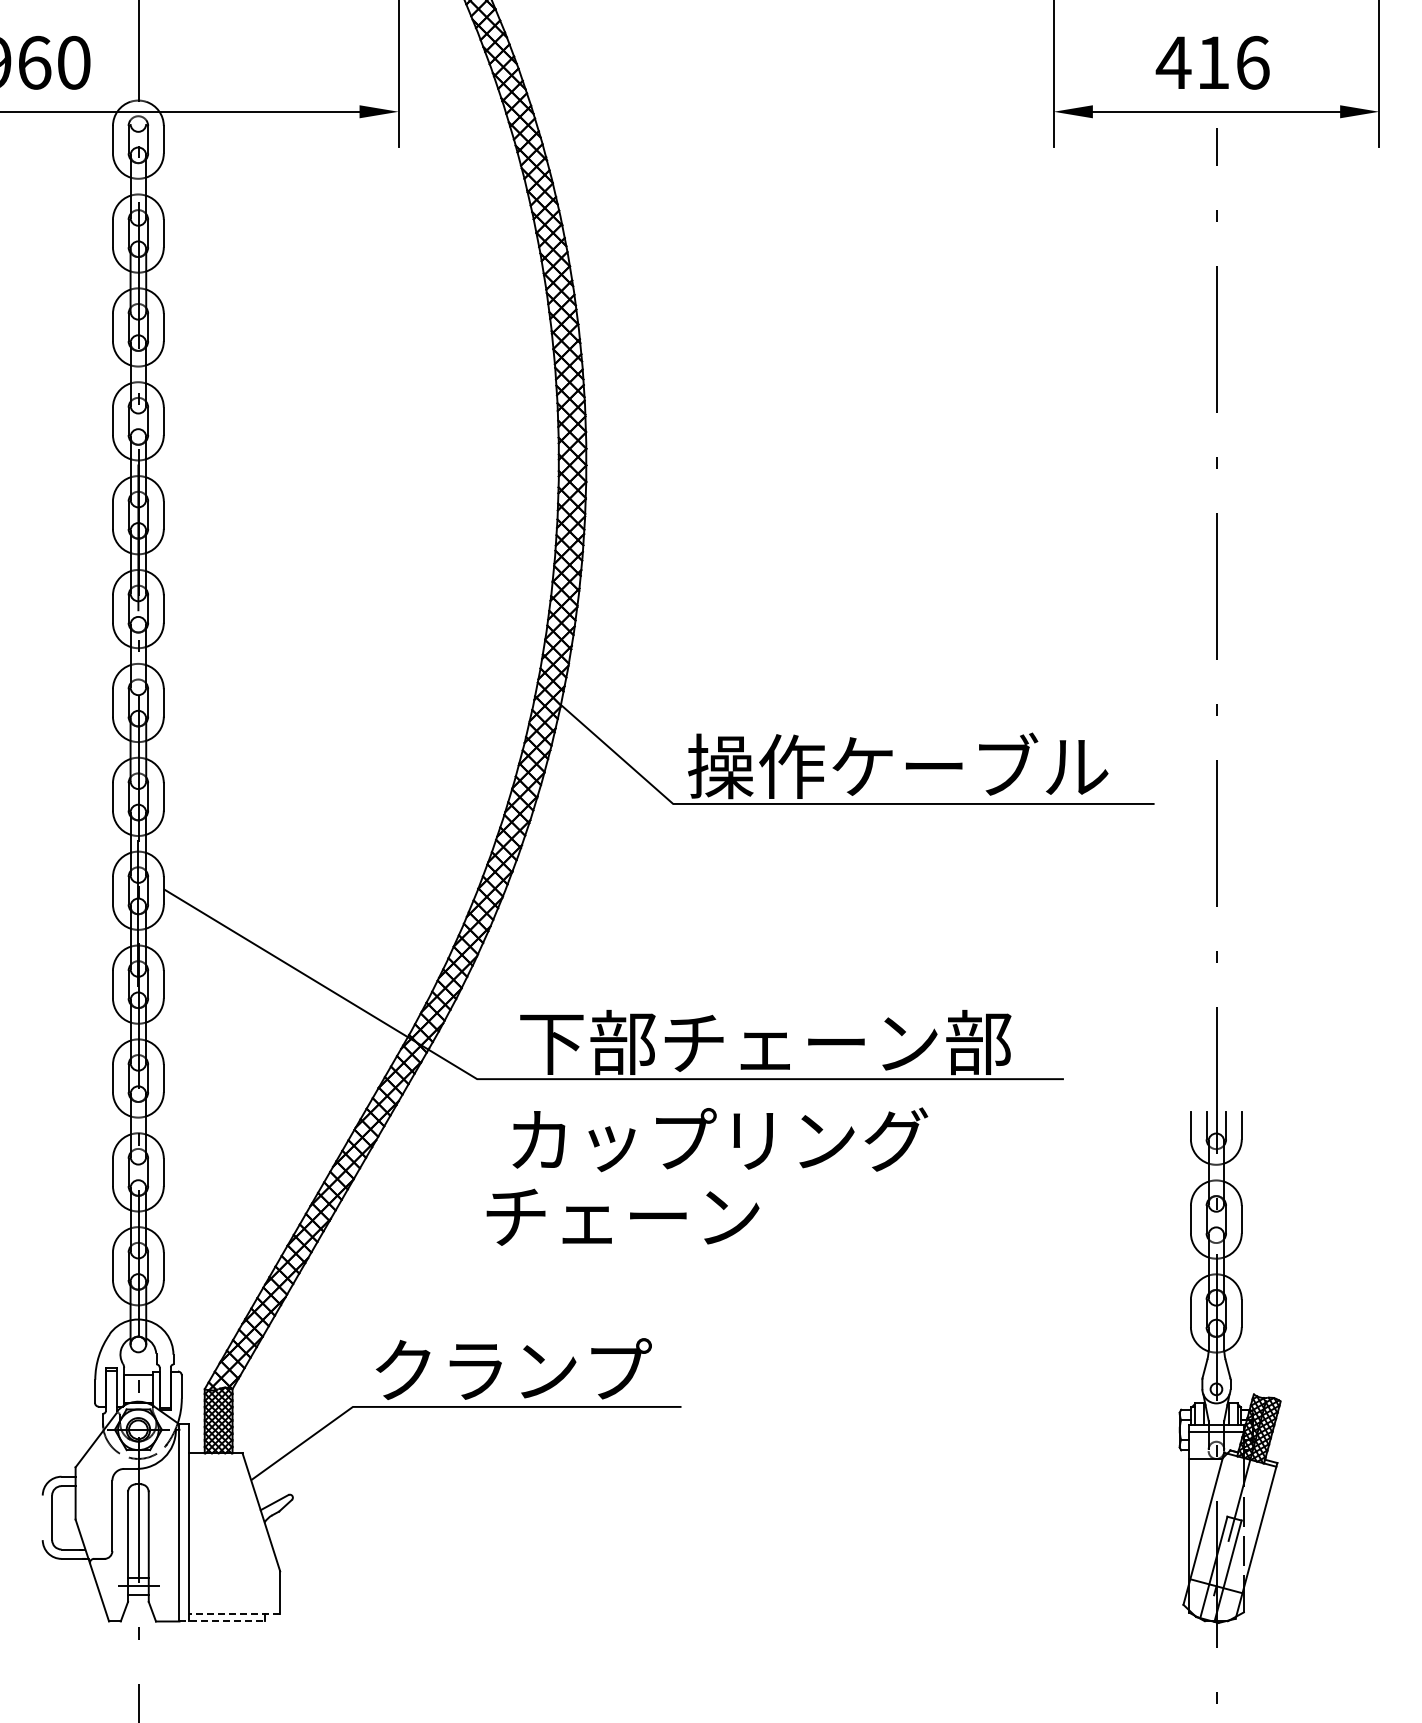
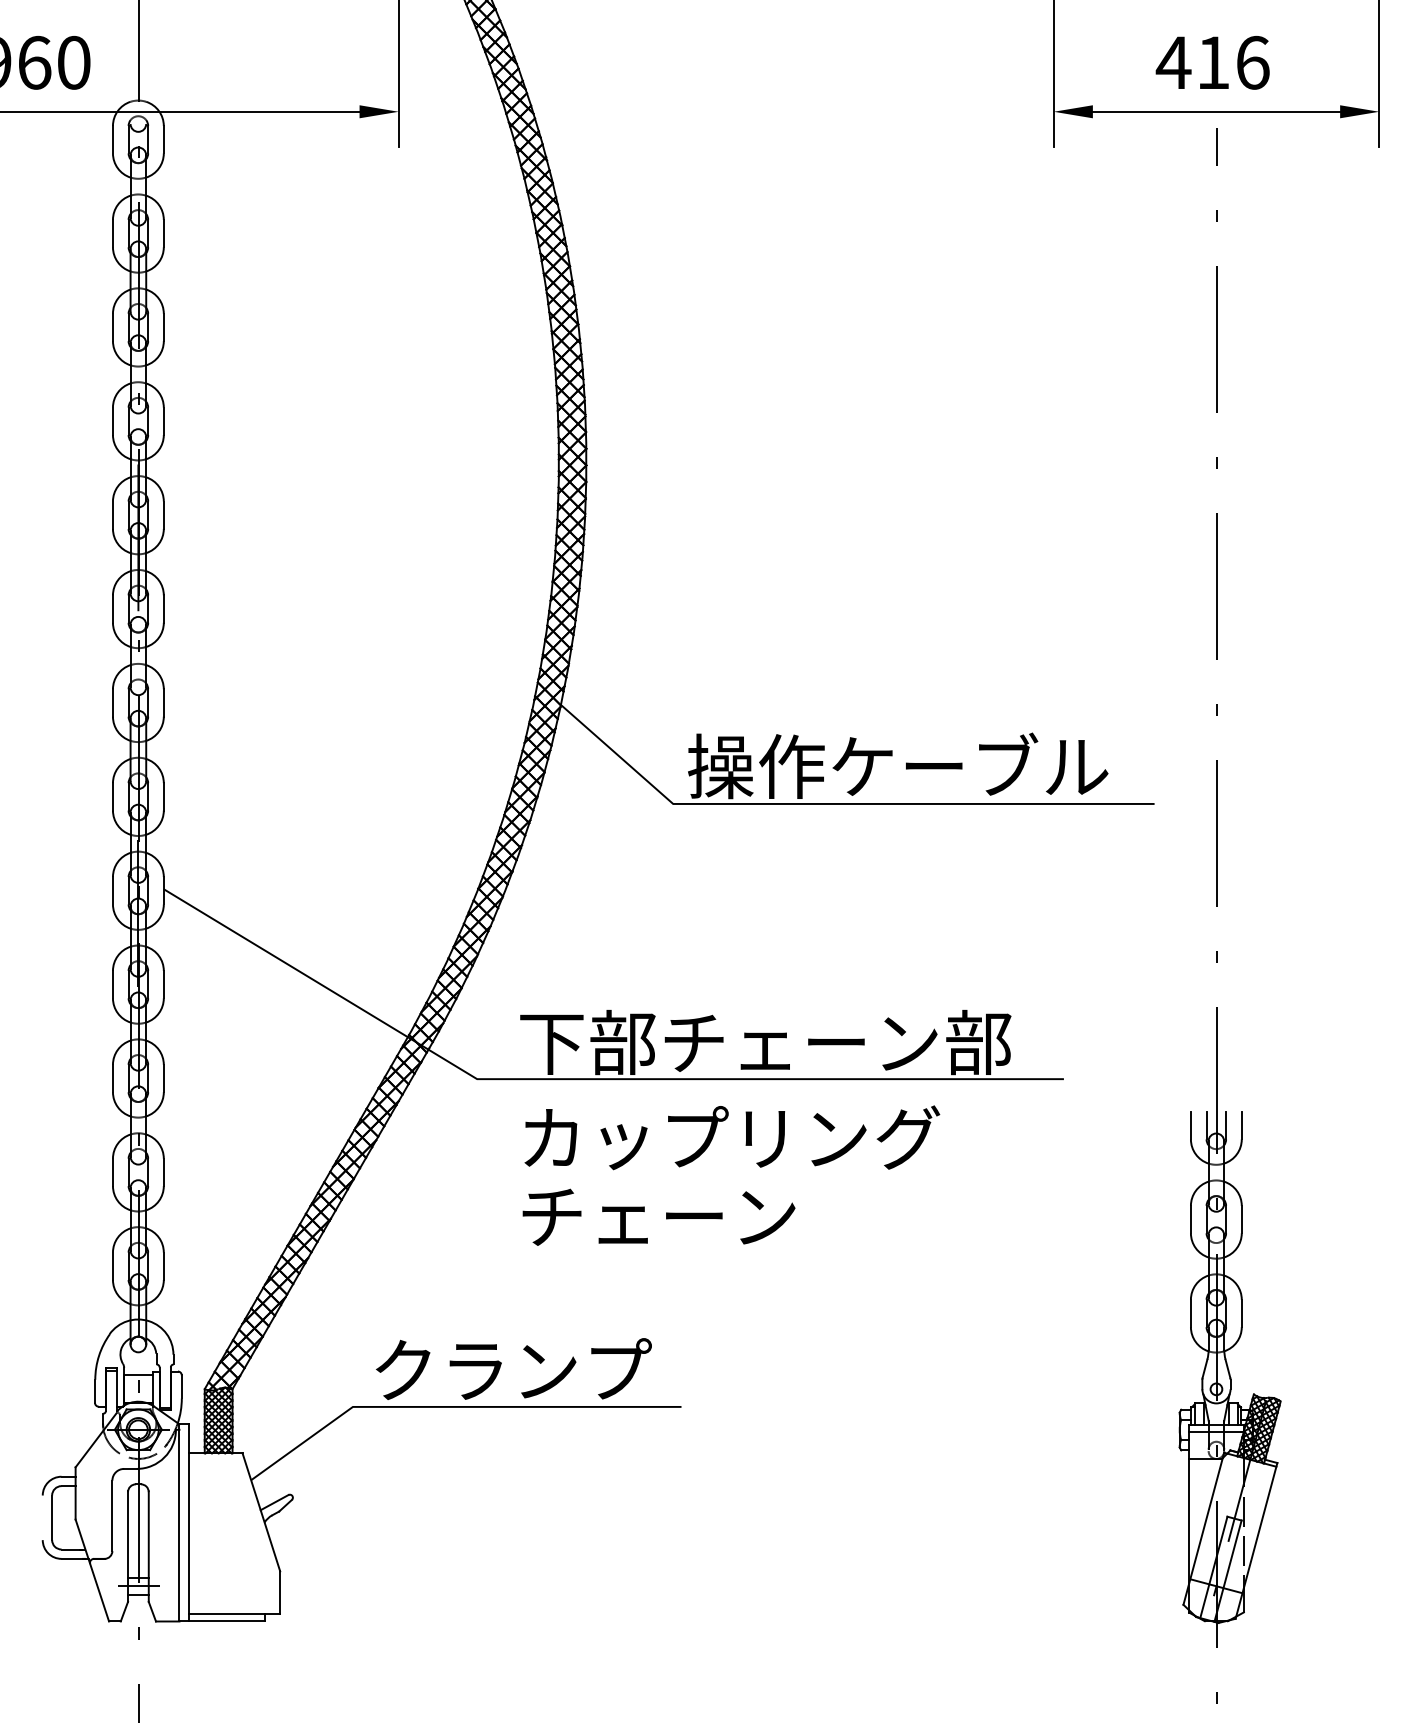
text at (720, 1139) position: (720, 1139) -> (732, 1137)
text at (622, 1216) position: (622, 1216) -> (658, 1216)
line at (234, 1614): dashed -> solid
line at (222, 1621): dashed -> solid
